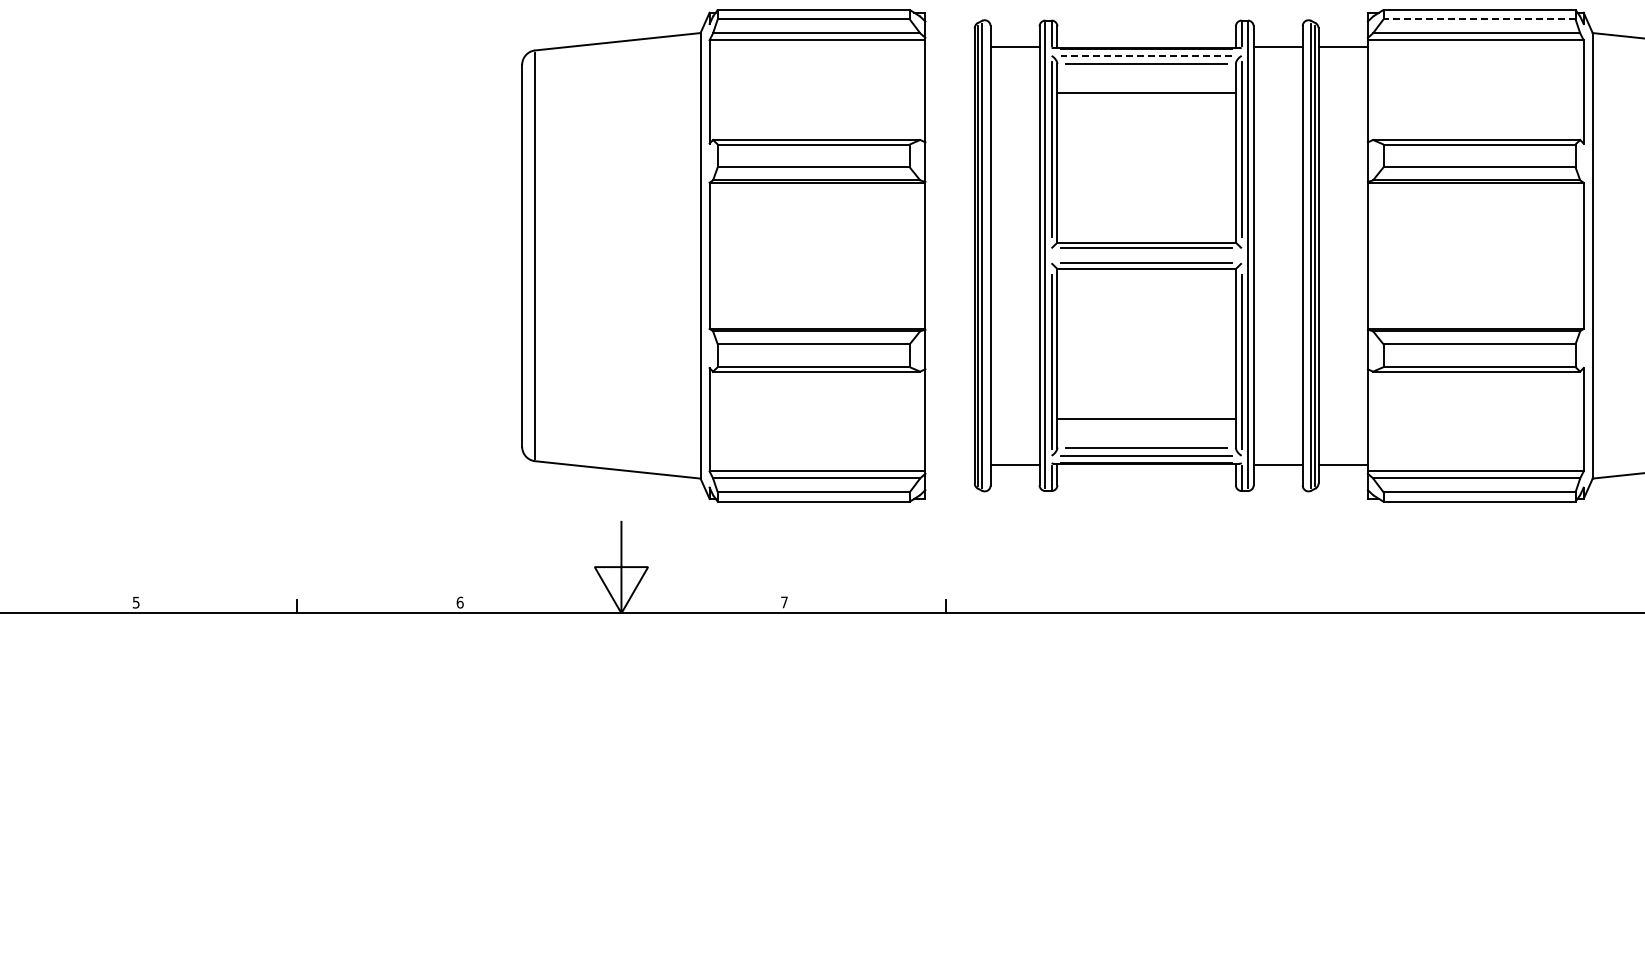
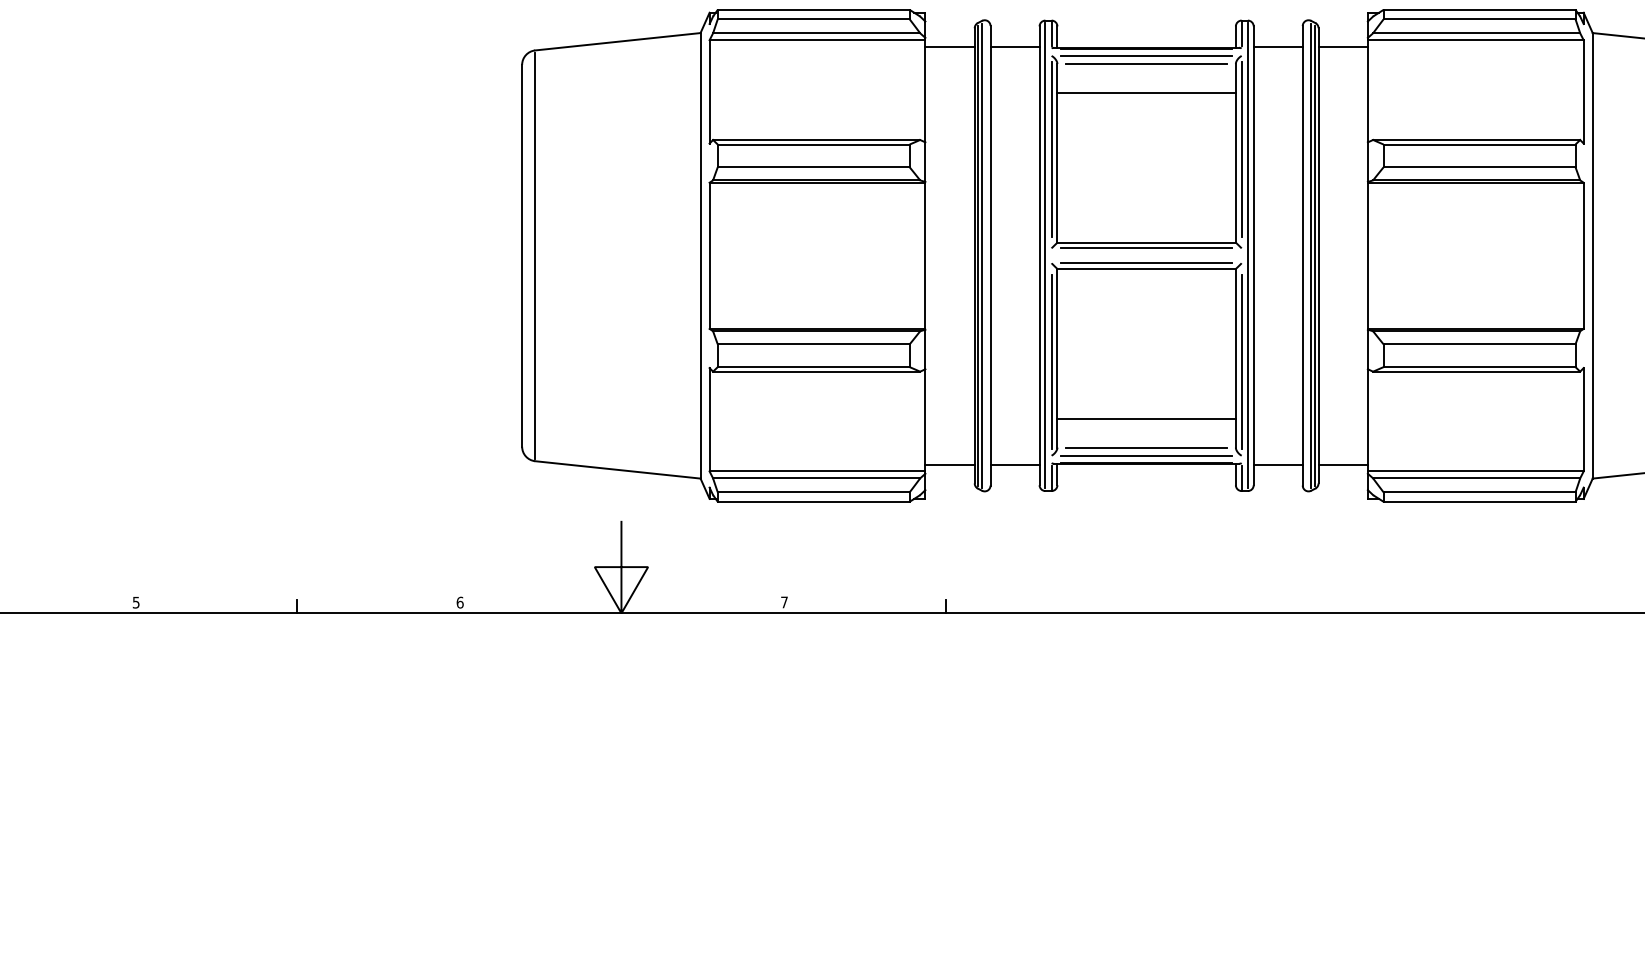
line at (1479, 19): dashed -> solid
line at (949, 46): none -> present
line at (1146, 55): dashed -> solid
line at (949, 464): none -> present
